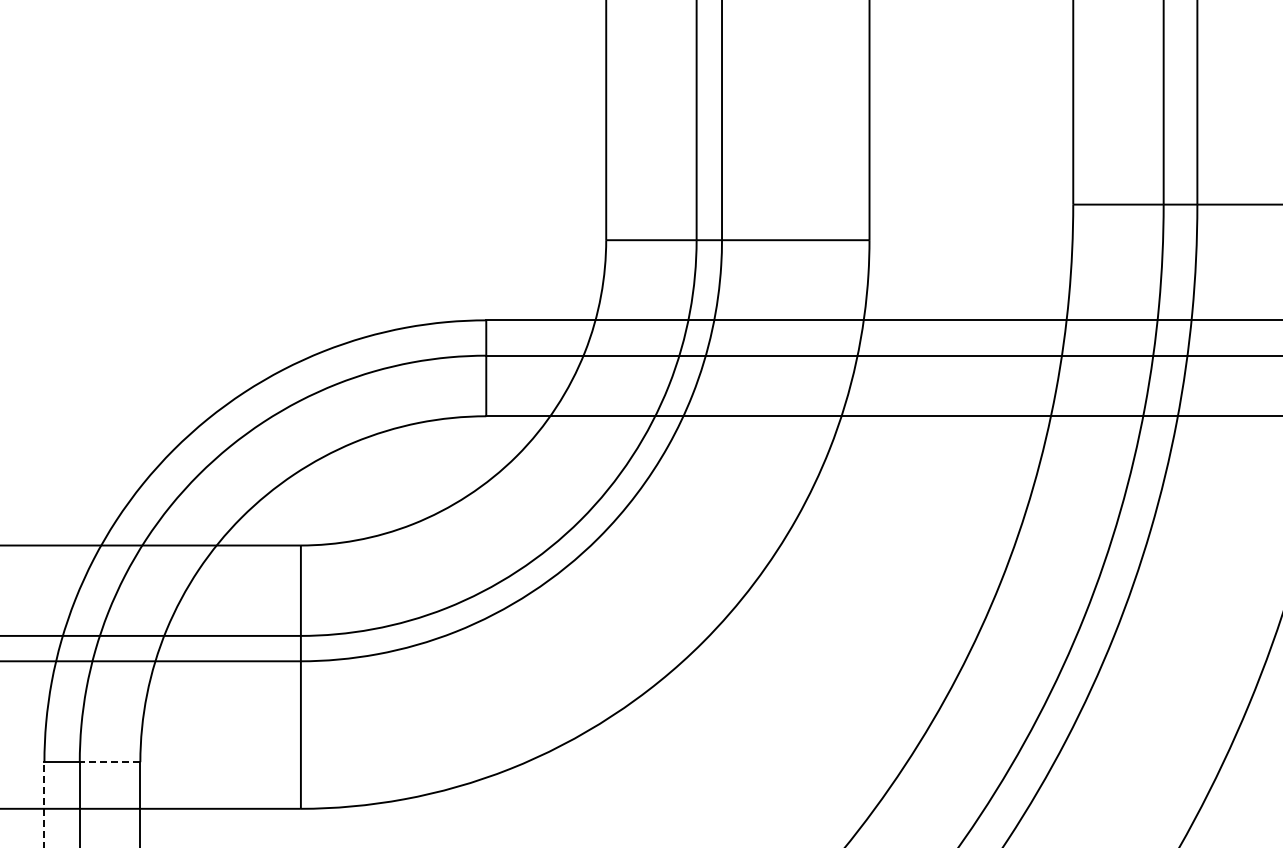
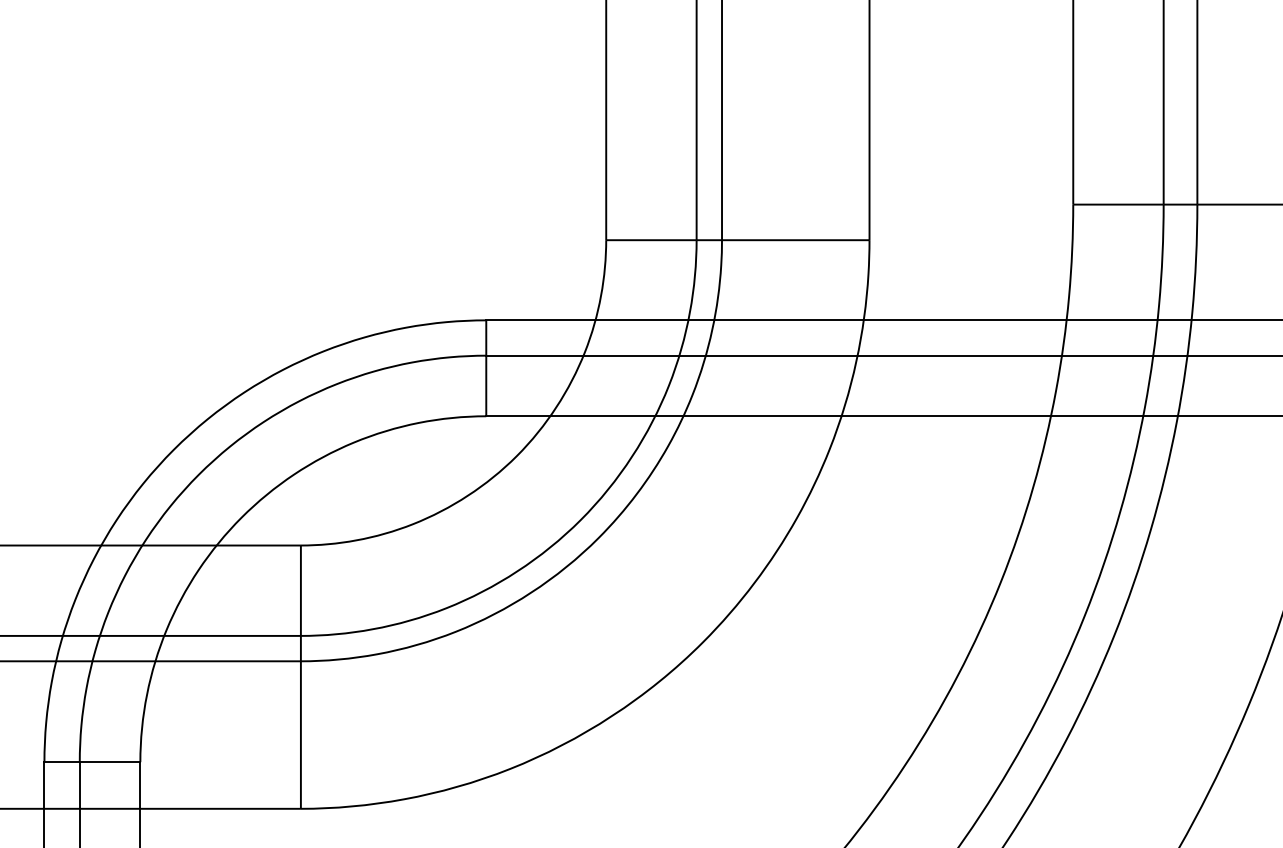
line at (109, 762): dashed -> solid
line at (44, 804): dashed -> solid
